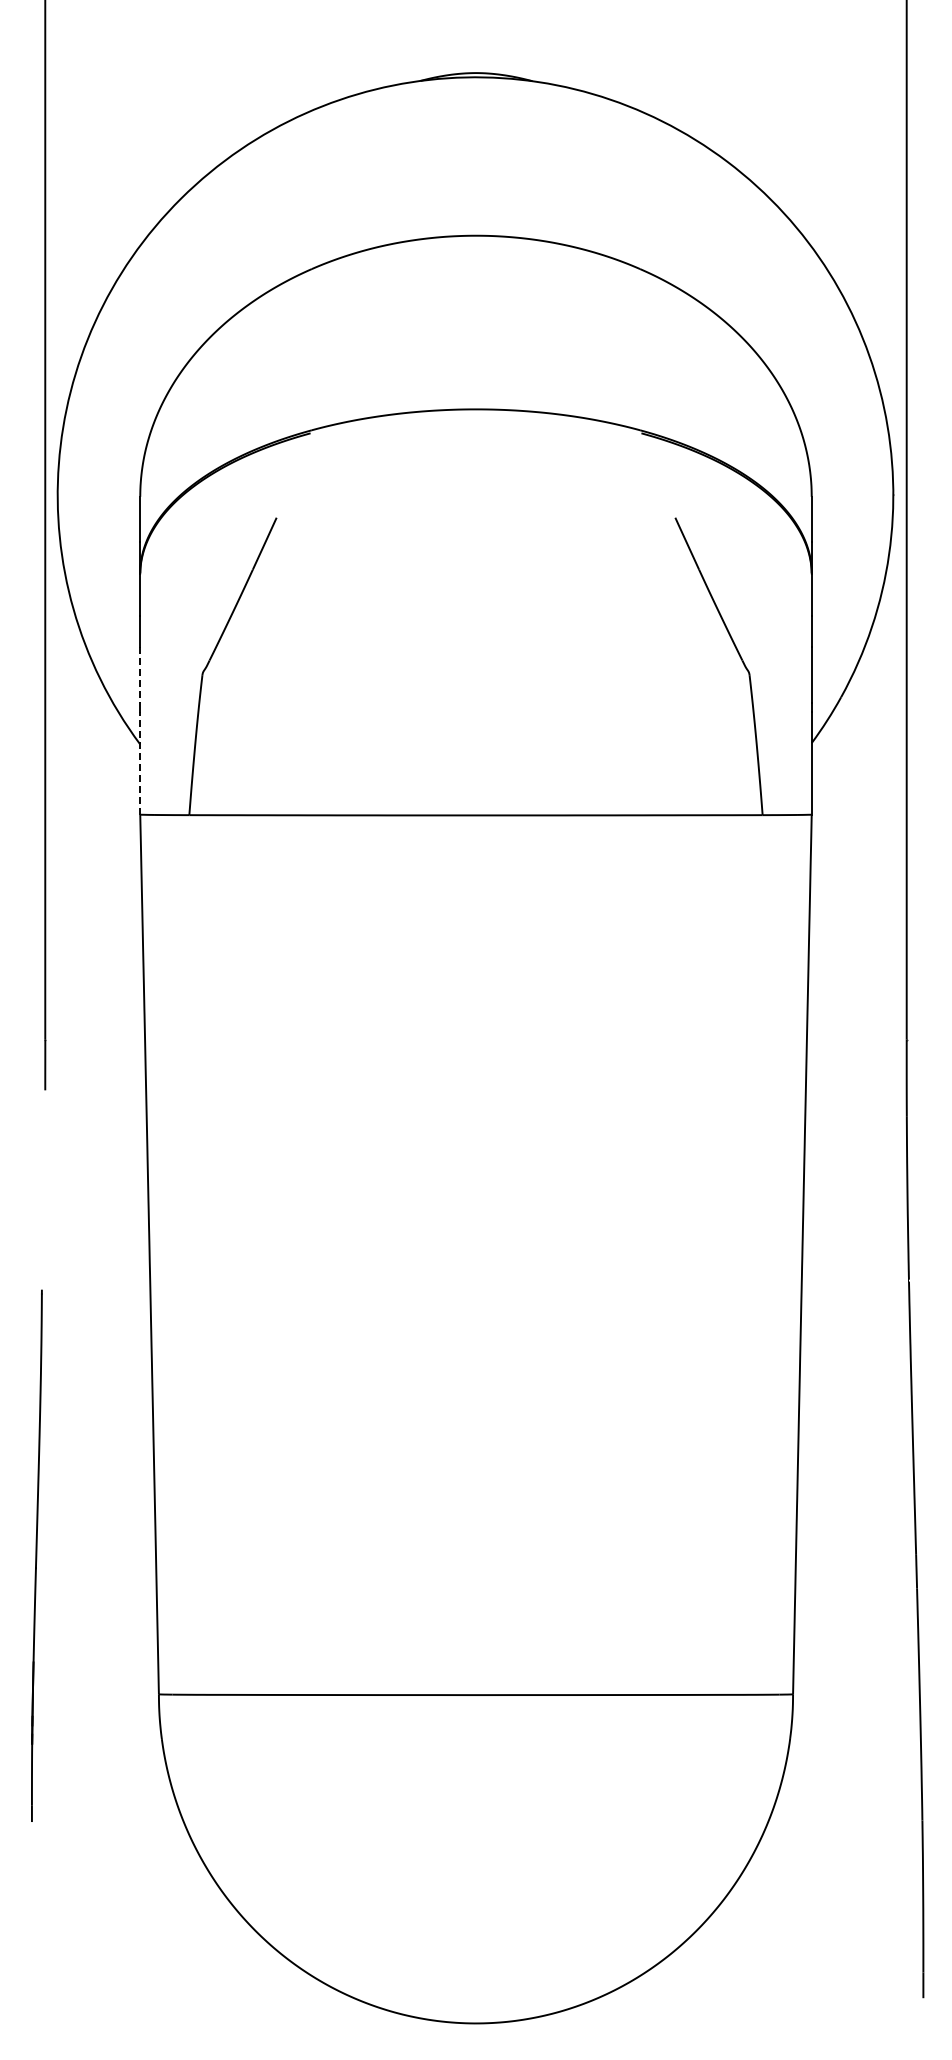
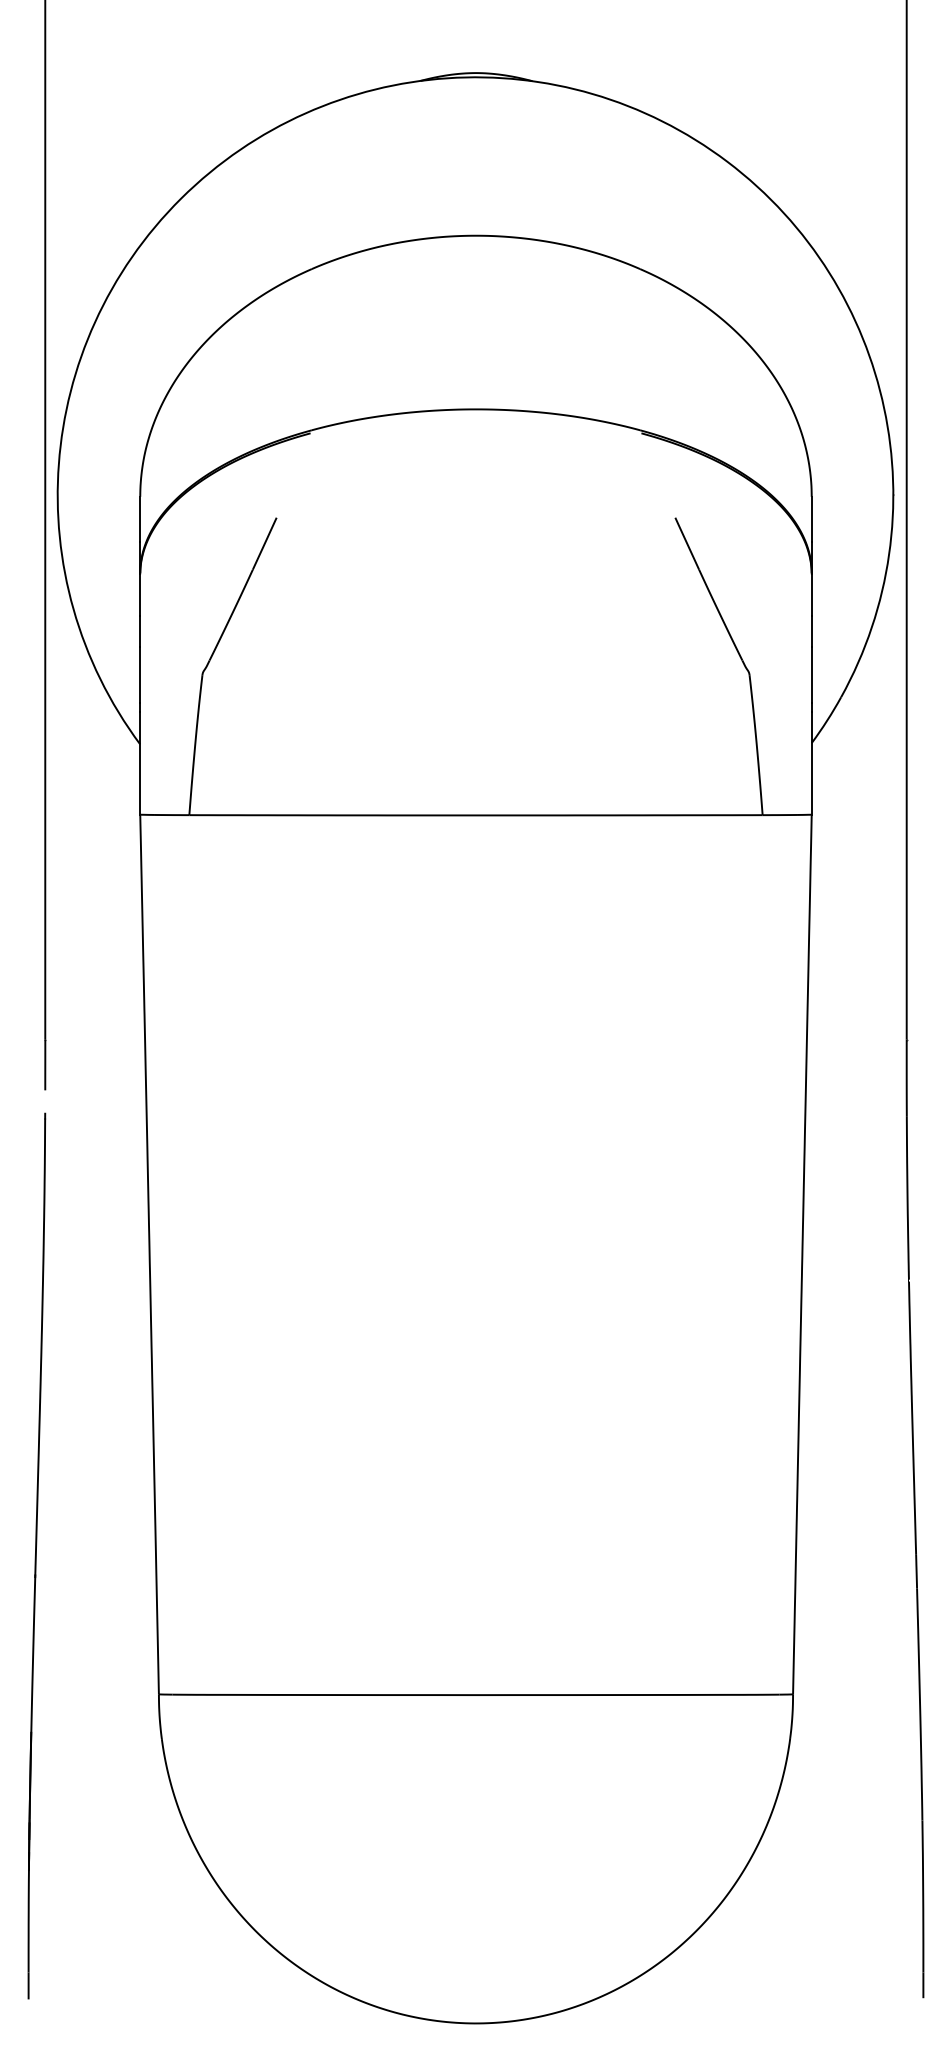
line at (140, 675): dashed -> solid
line at (140, 763): dashed -> solid
part at (36, 1555) size: 12x533 px -> 20x888 px
